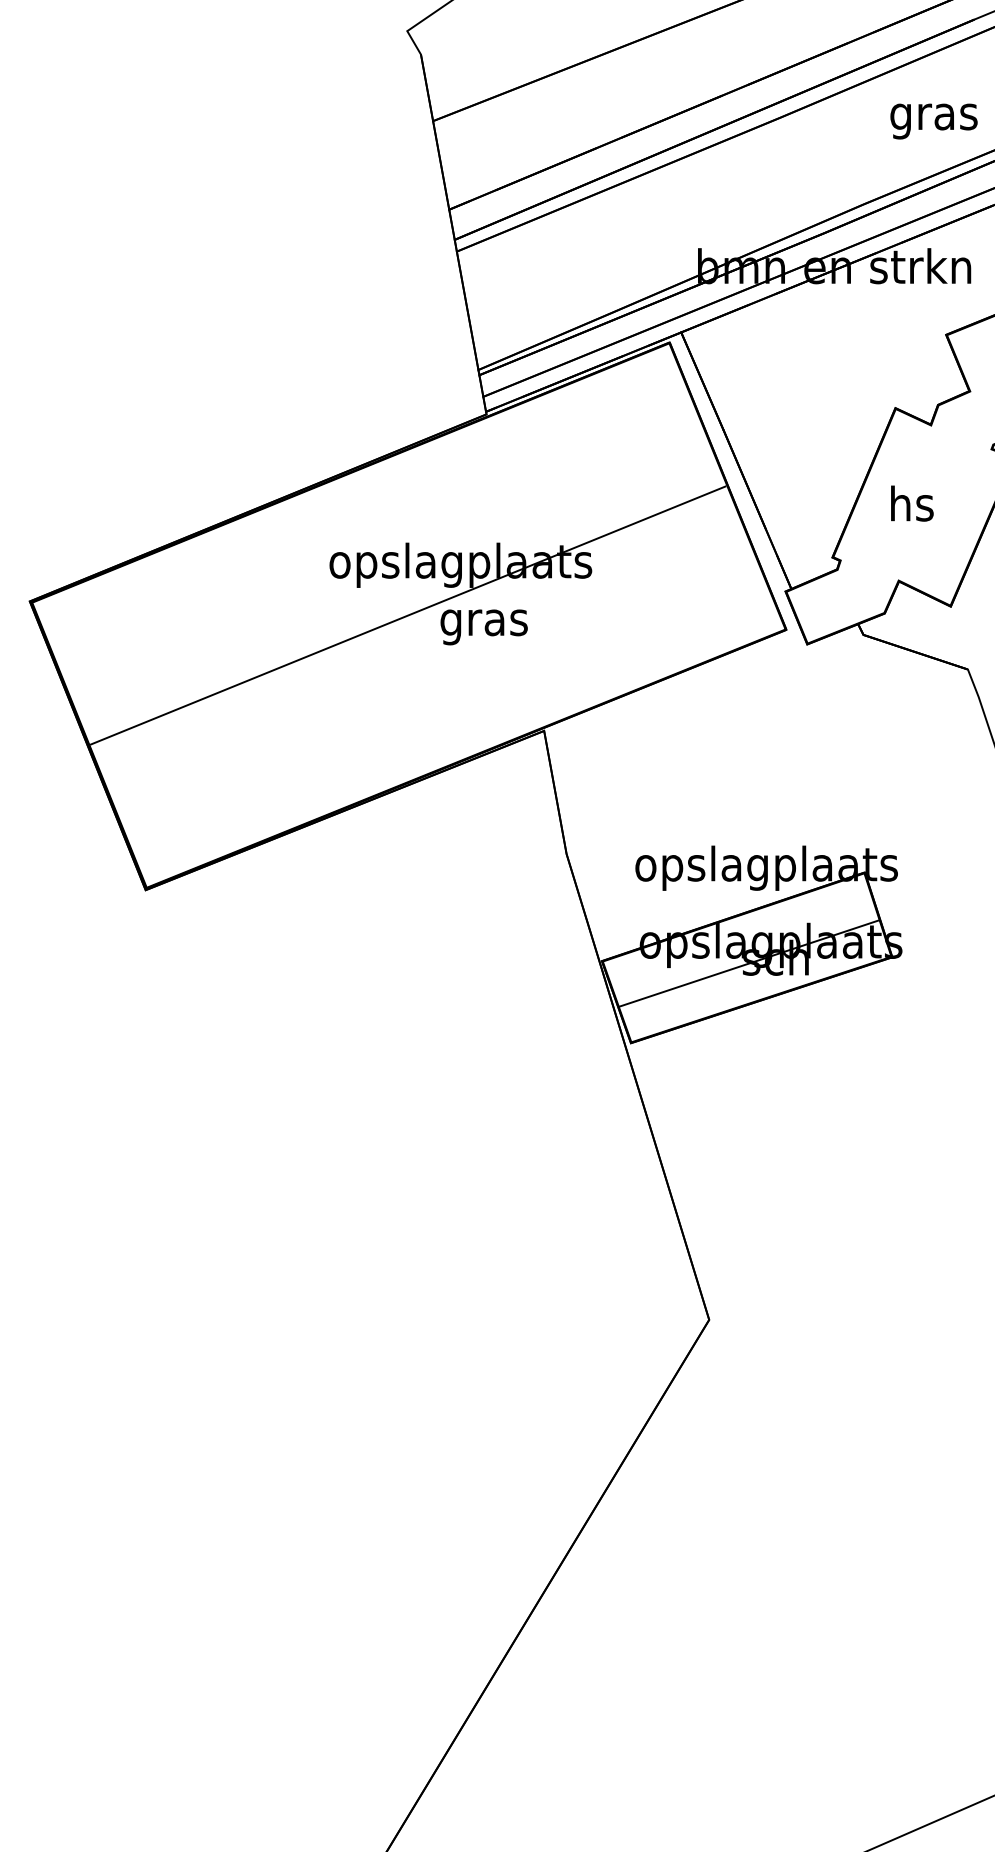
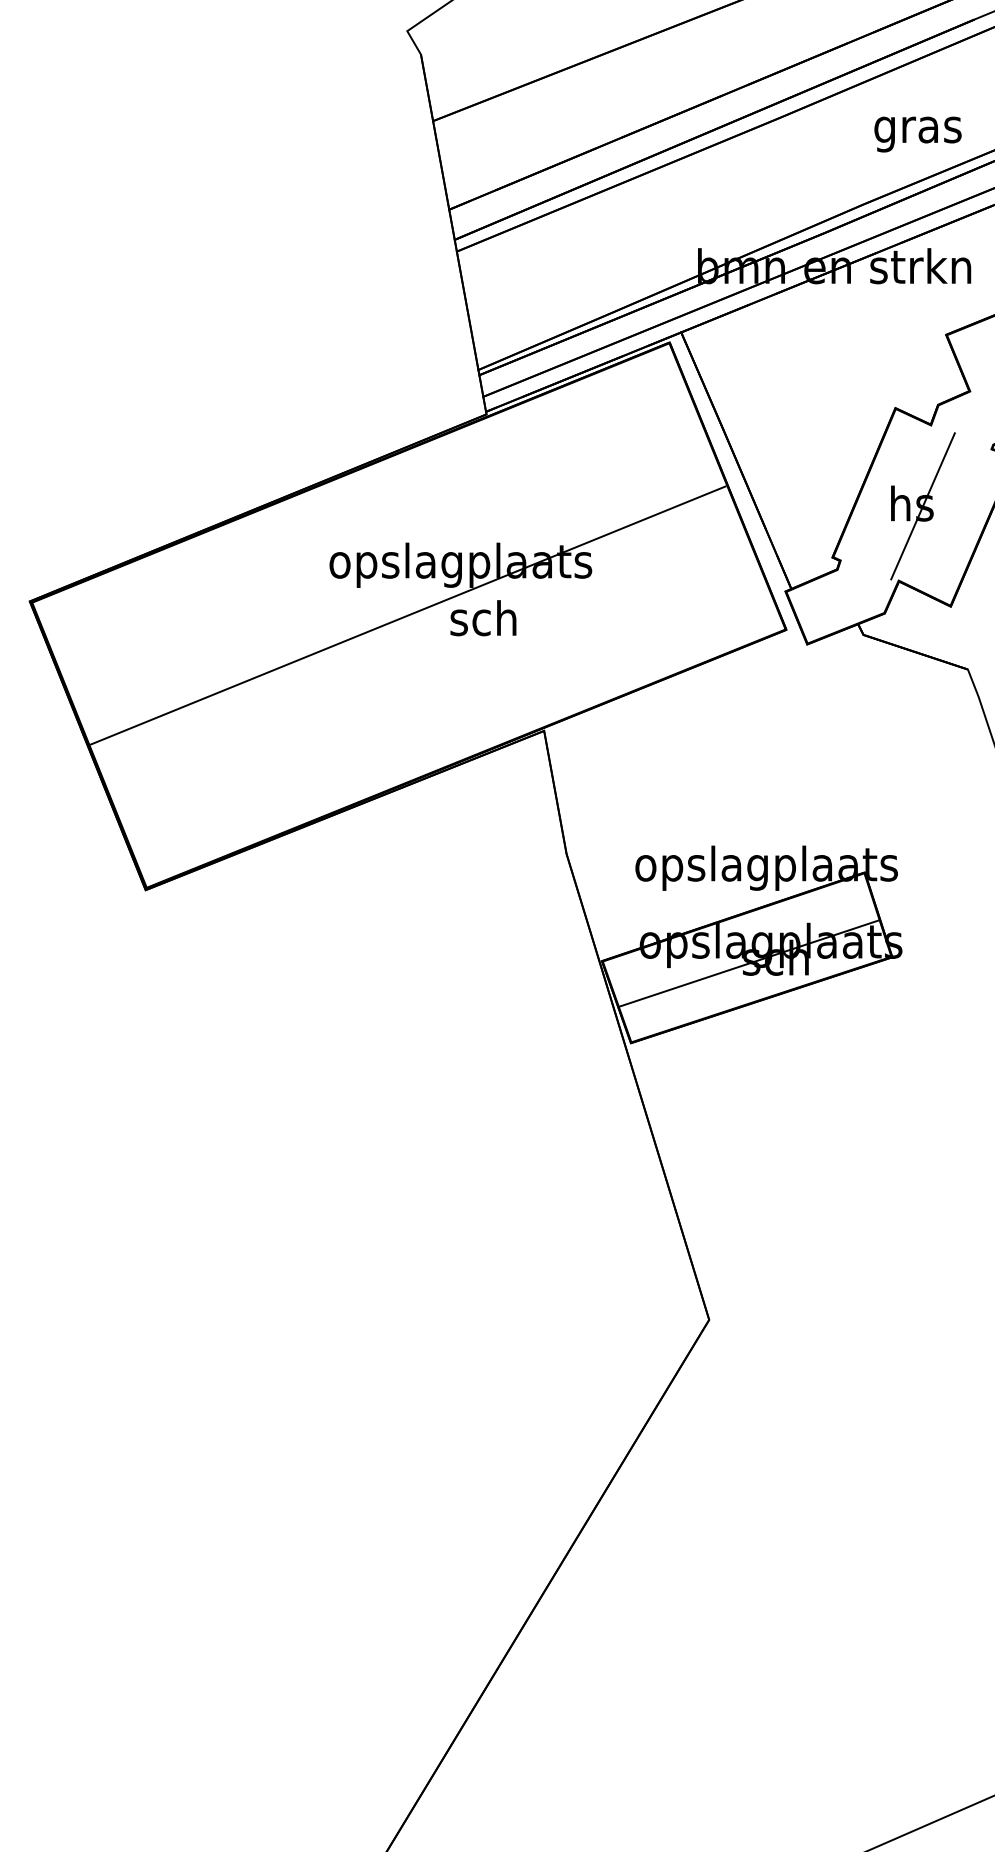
text at (933, 121) position: (933, 121) -> (917, 134)
line at (922, 506): none -> present
text at (483, 622): gras -> sch
